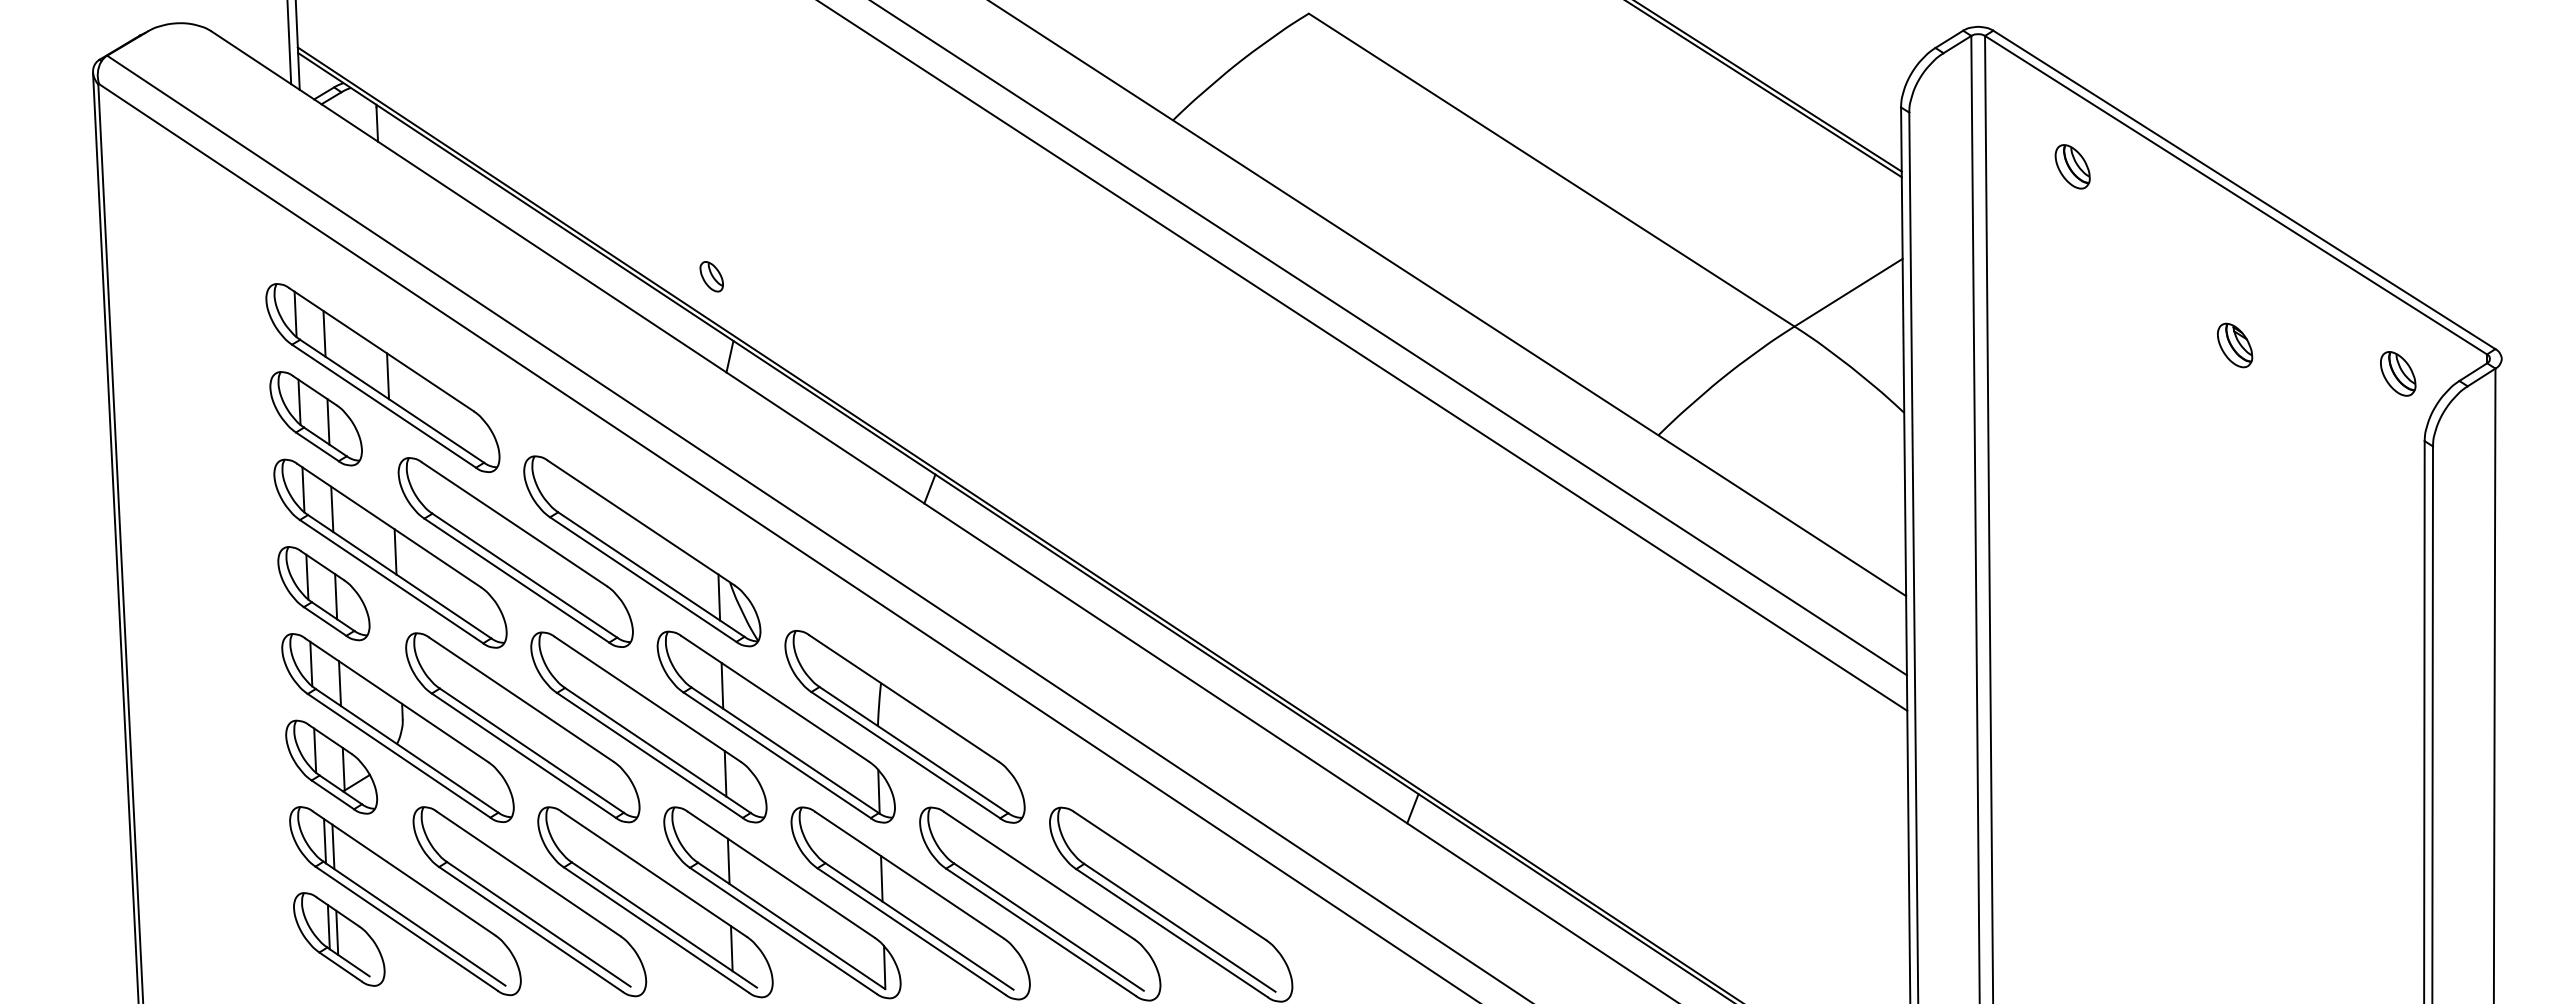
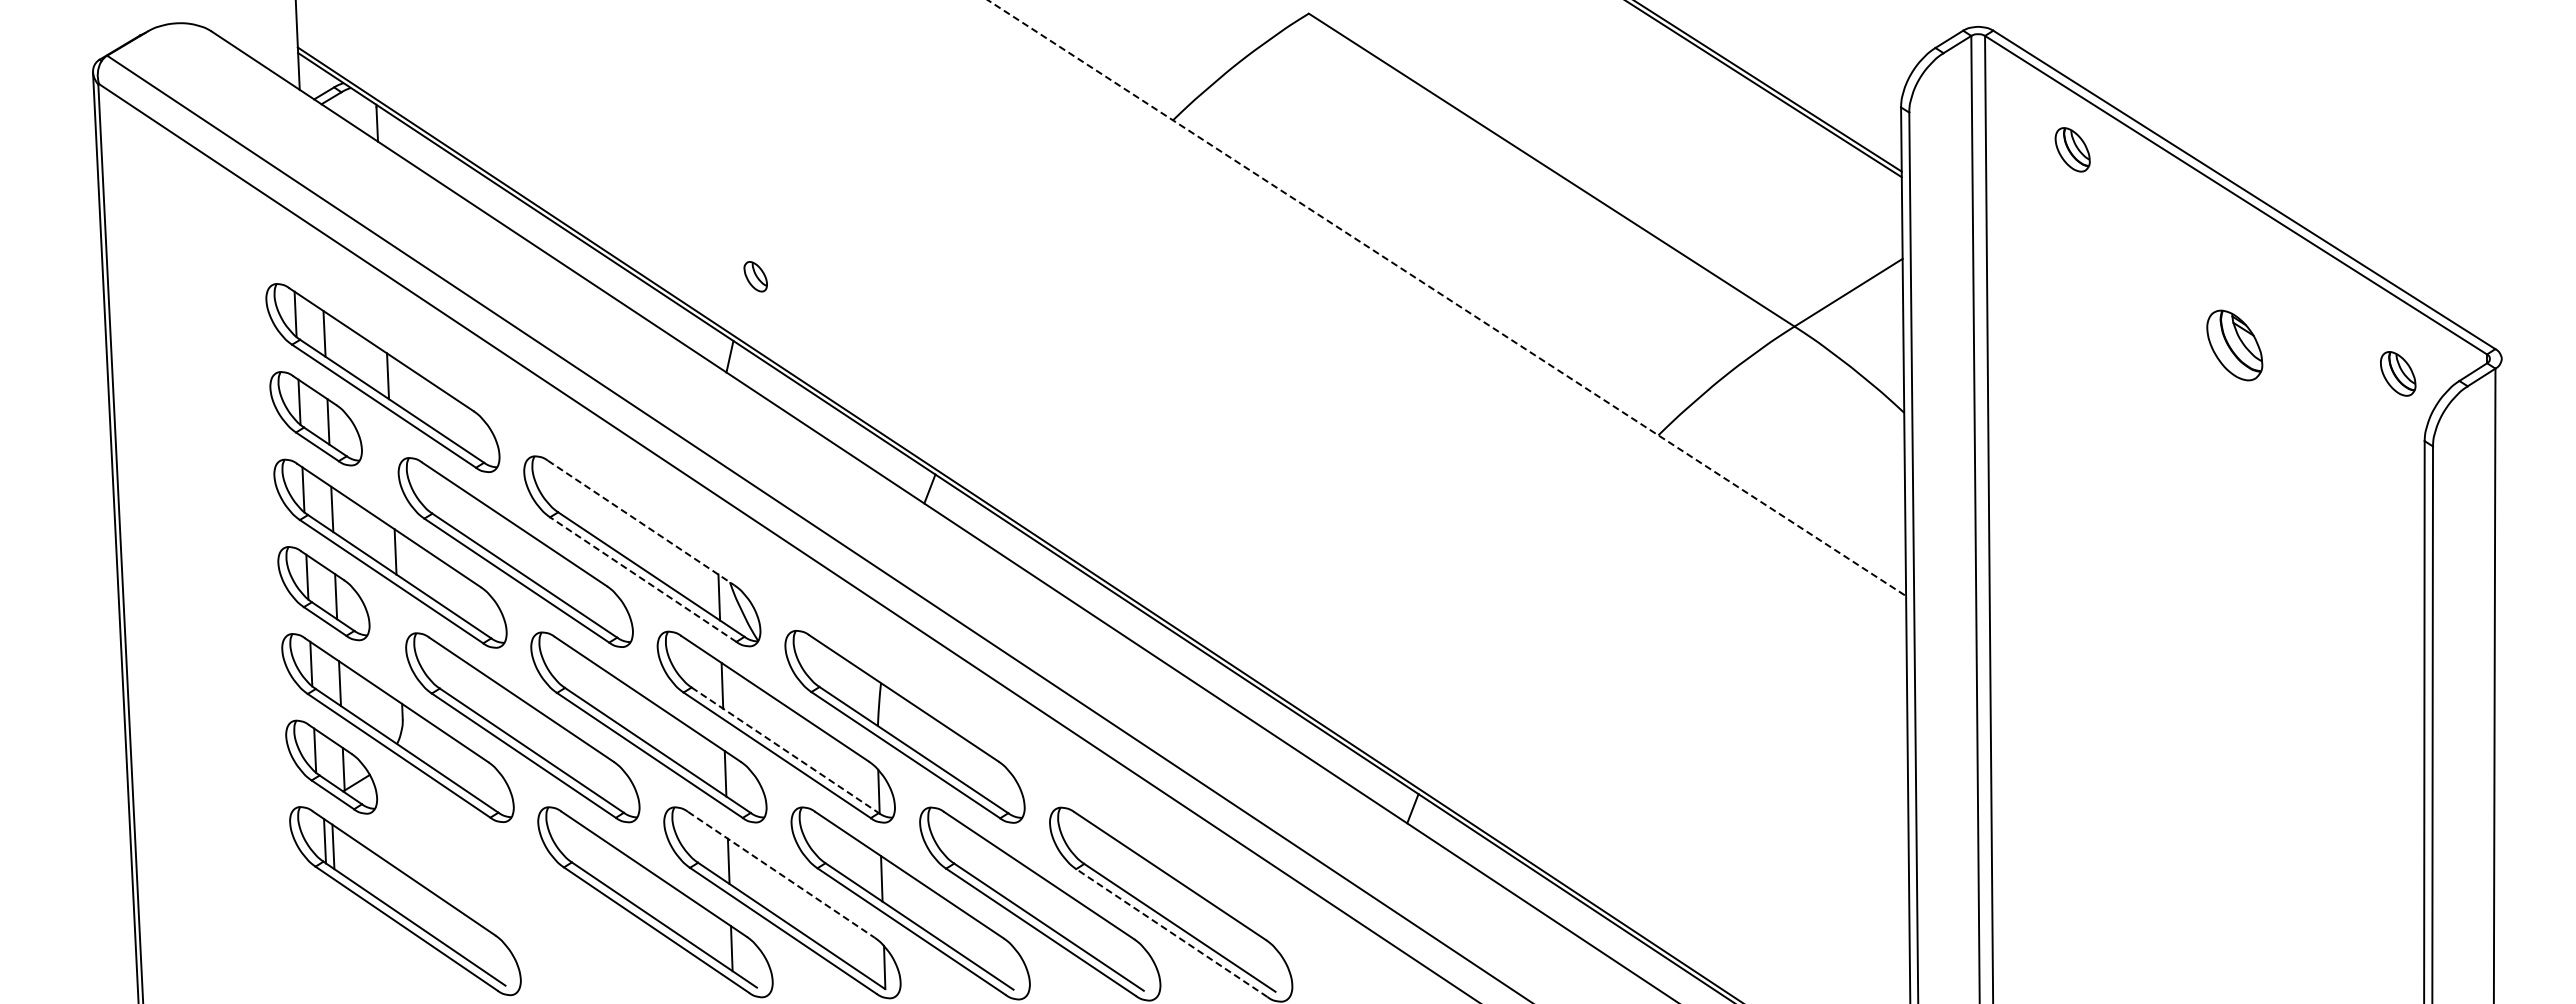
line at (289, 43): present -> none
part at (2072, 166) position: (2072, 166) -> (2072, 149)
part at (711, 276) position: (711, 276) -> (755, 276)
line at (1447, 298): solid -> dashed
line at (1389, 338): present -> none
part at (2235, 345) size: 37x47 px -> 58x73 px
line at (1363, 356): present -> none
line at (641, 523): solid -> dashed
line at (642, 579): solid -> dashed
line at (785, 750): solid -> dashed
line at (781, 874): solid -> dashed
part at (529, 901): present -> none
line at (1171, 932): solid -> dashed
part at (339, 939): present -> none
